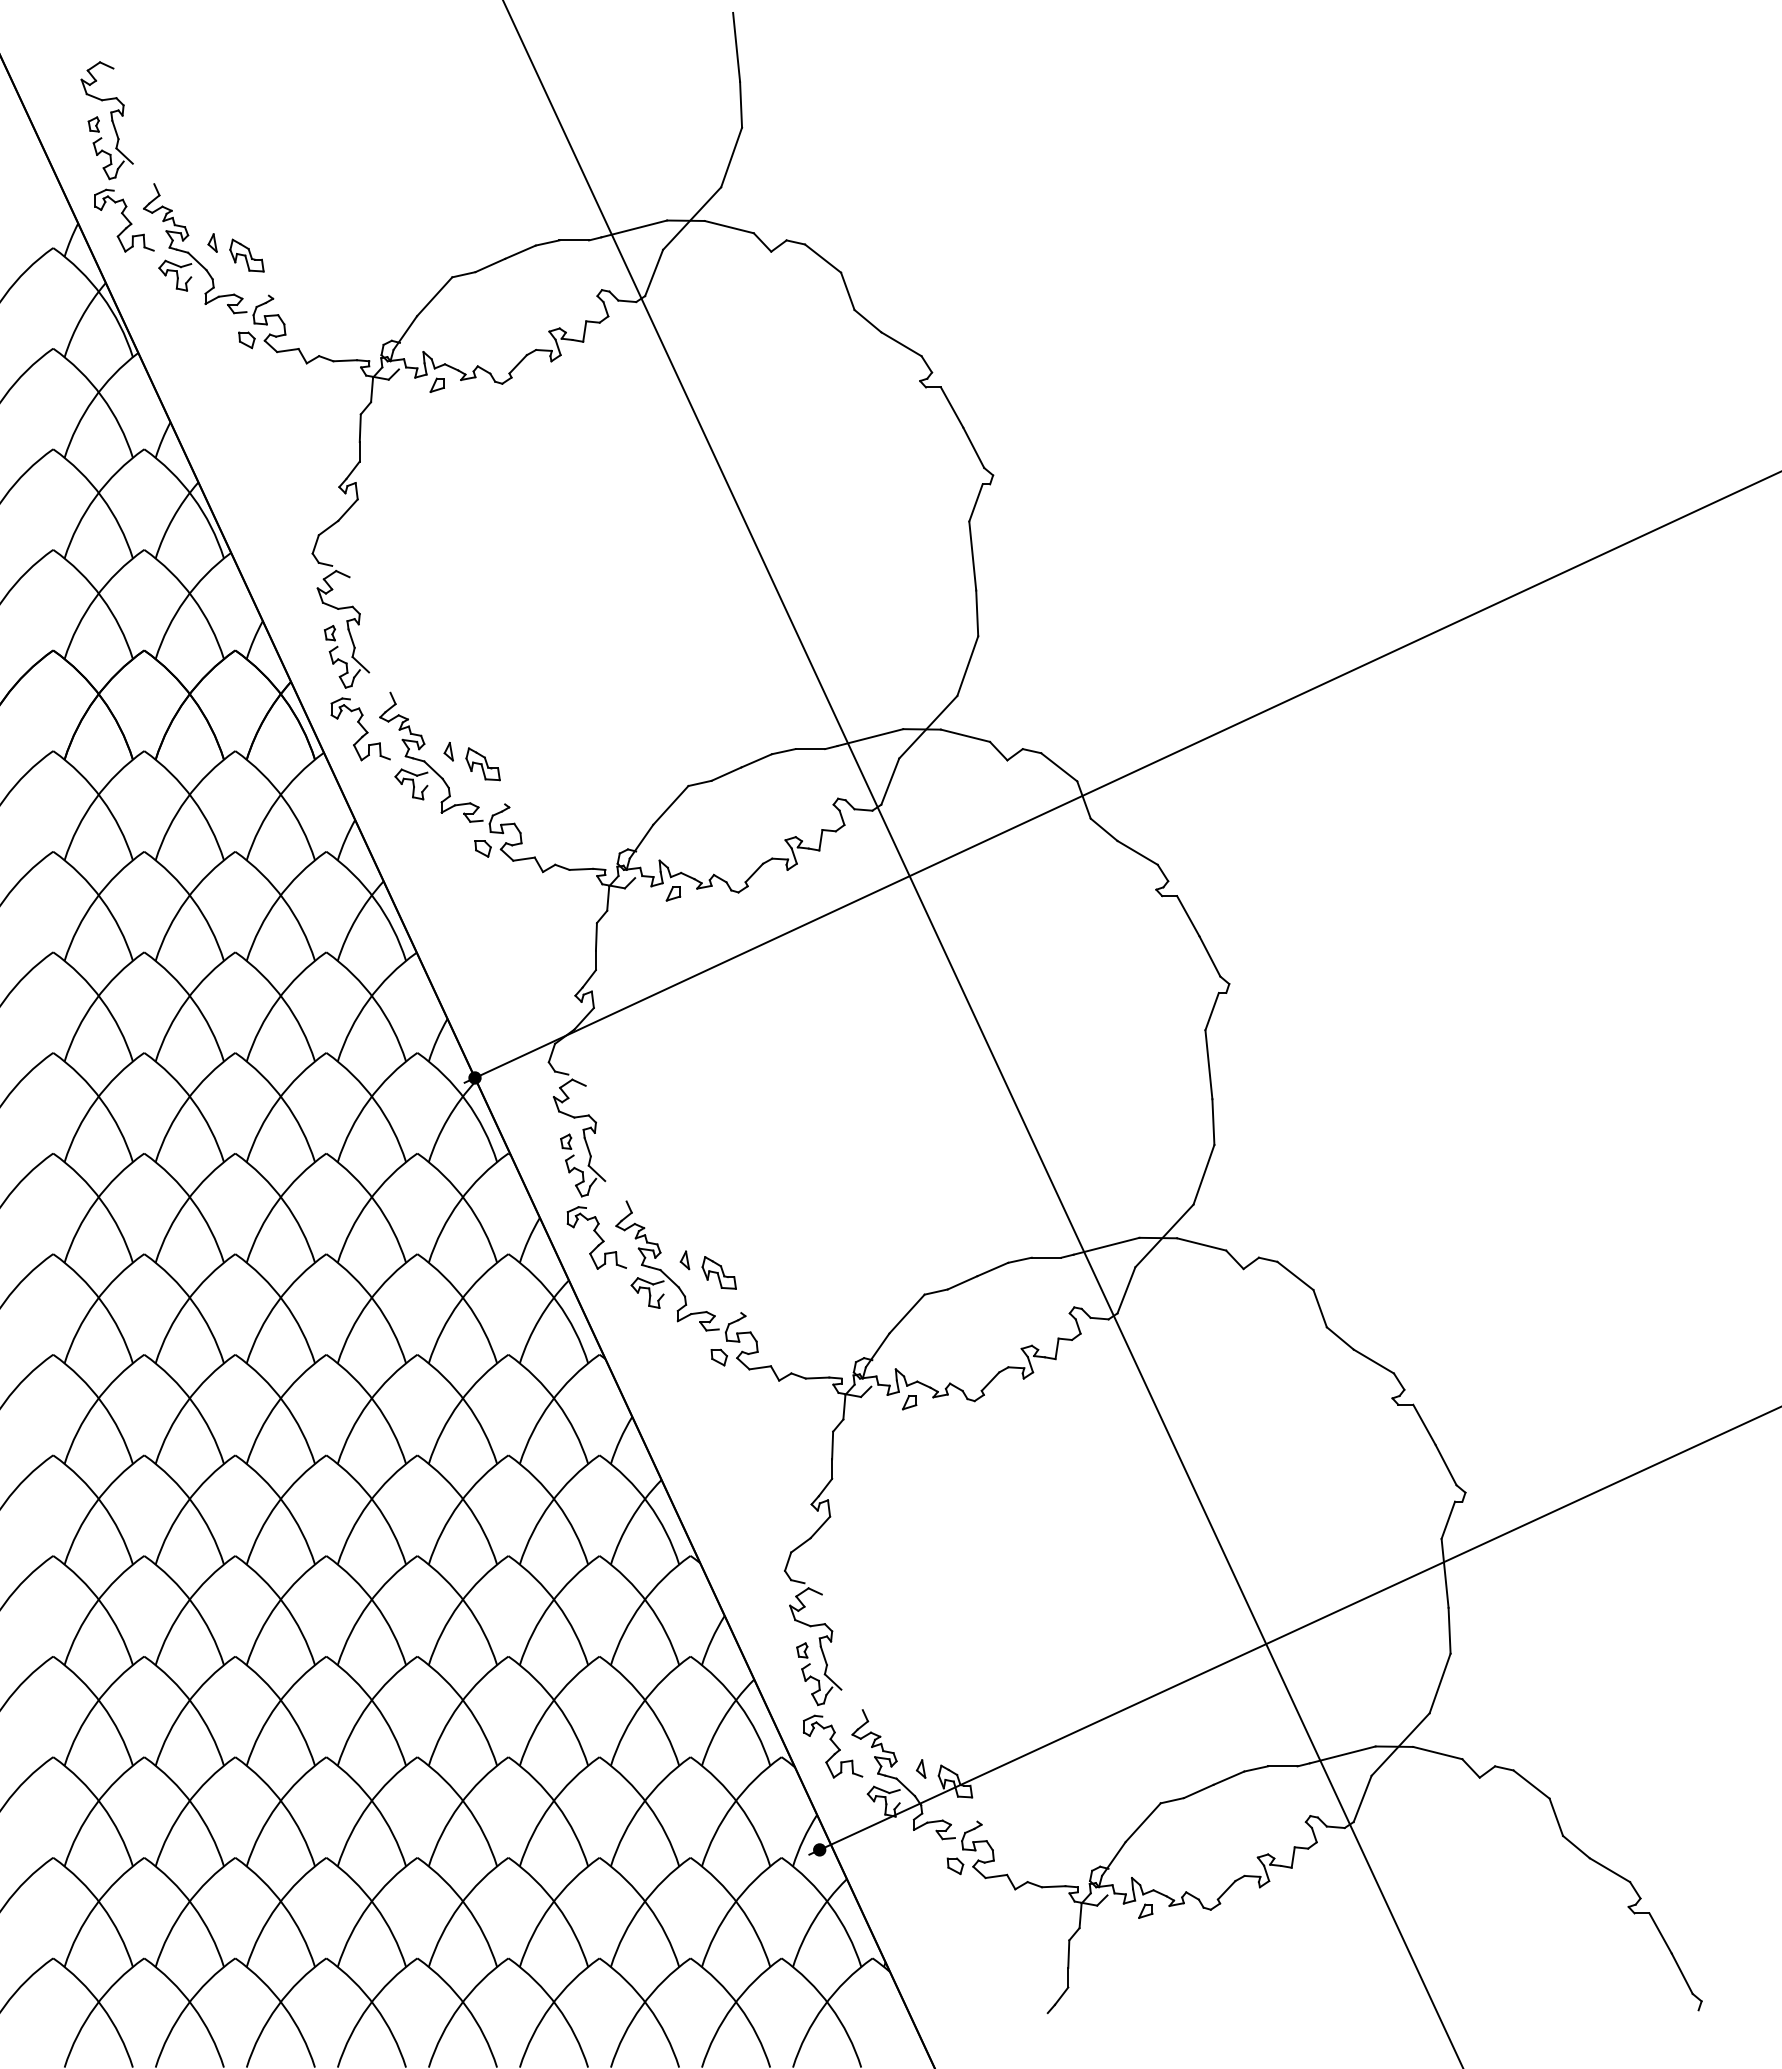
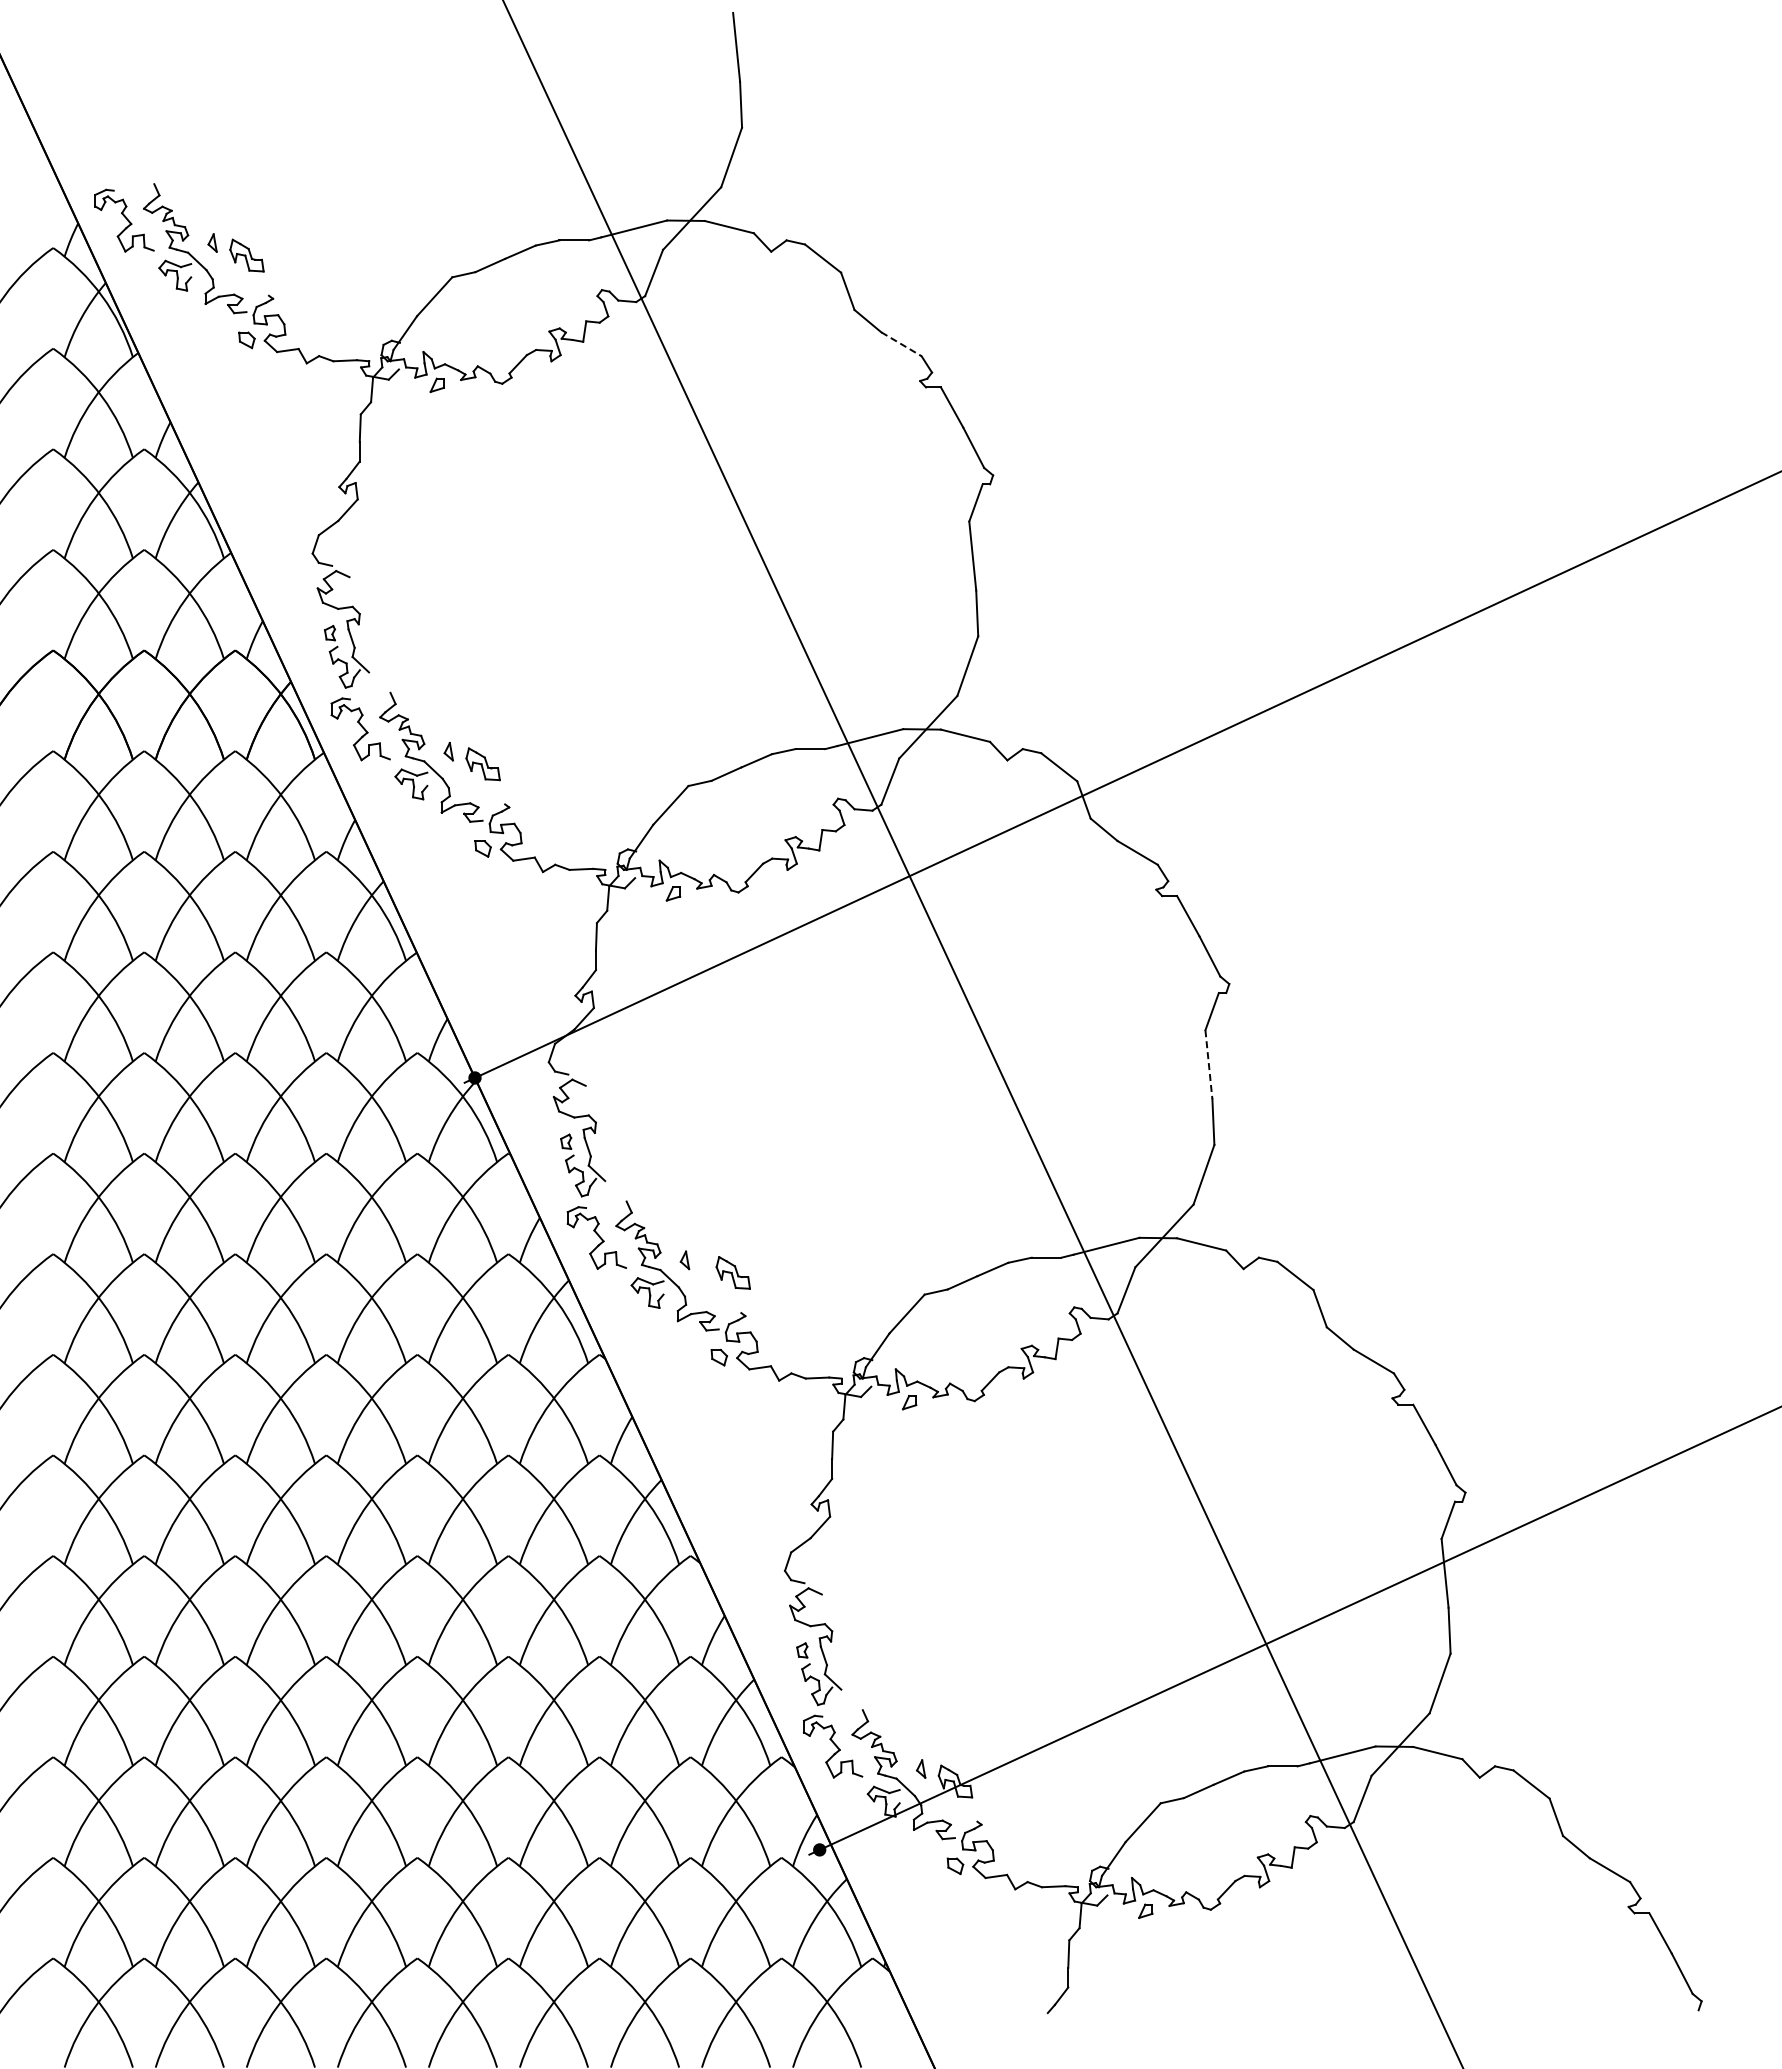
part at (106, 120): present -> none
line at (901, 344): solid -> dashed
line at (1208, 1064): solid -> dashed
part at (718, 1272) position: (718, 1272) -> (732, 1272)
